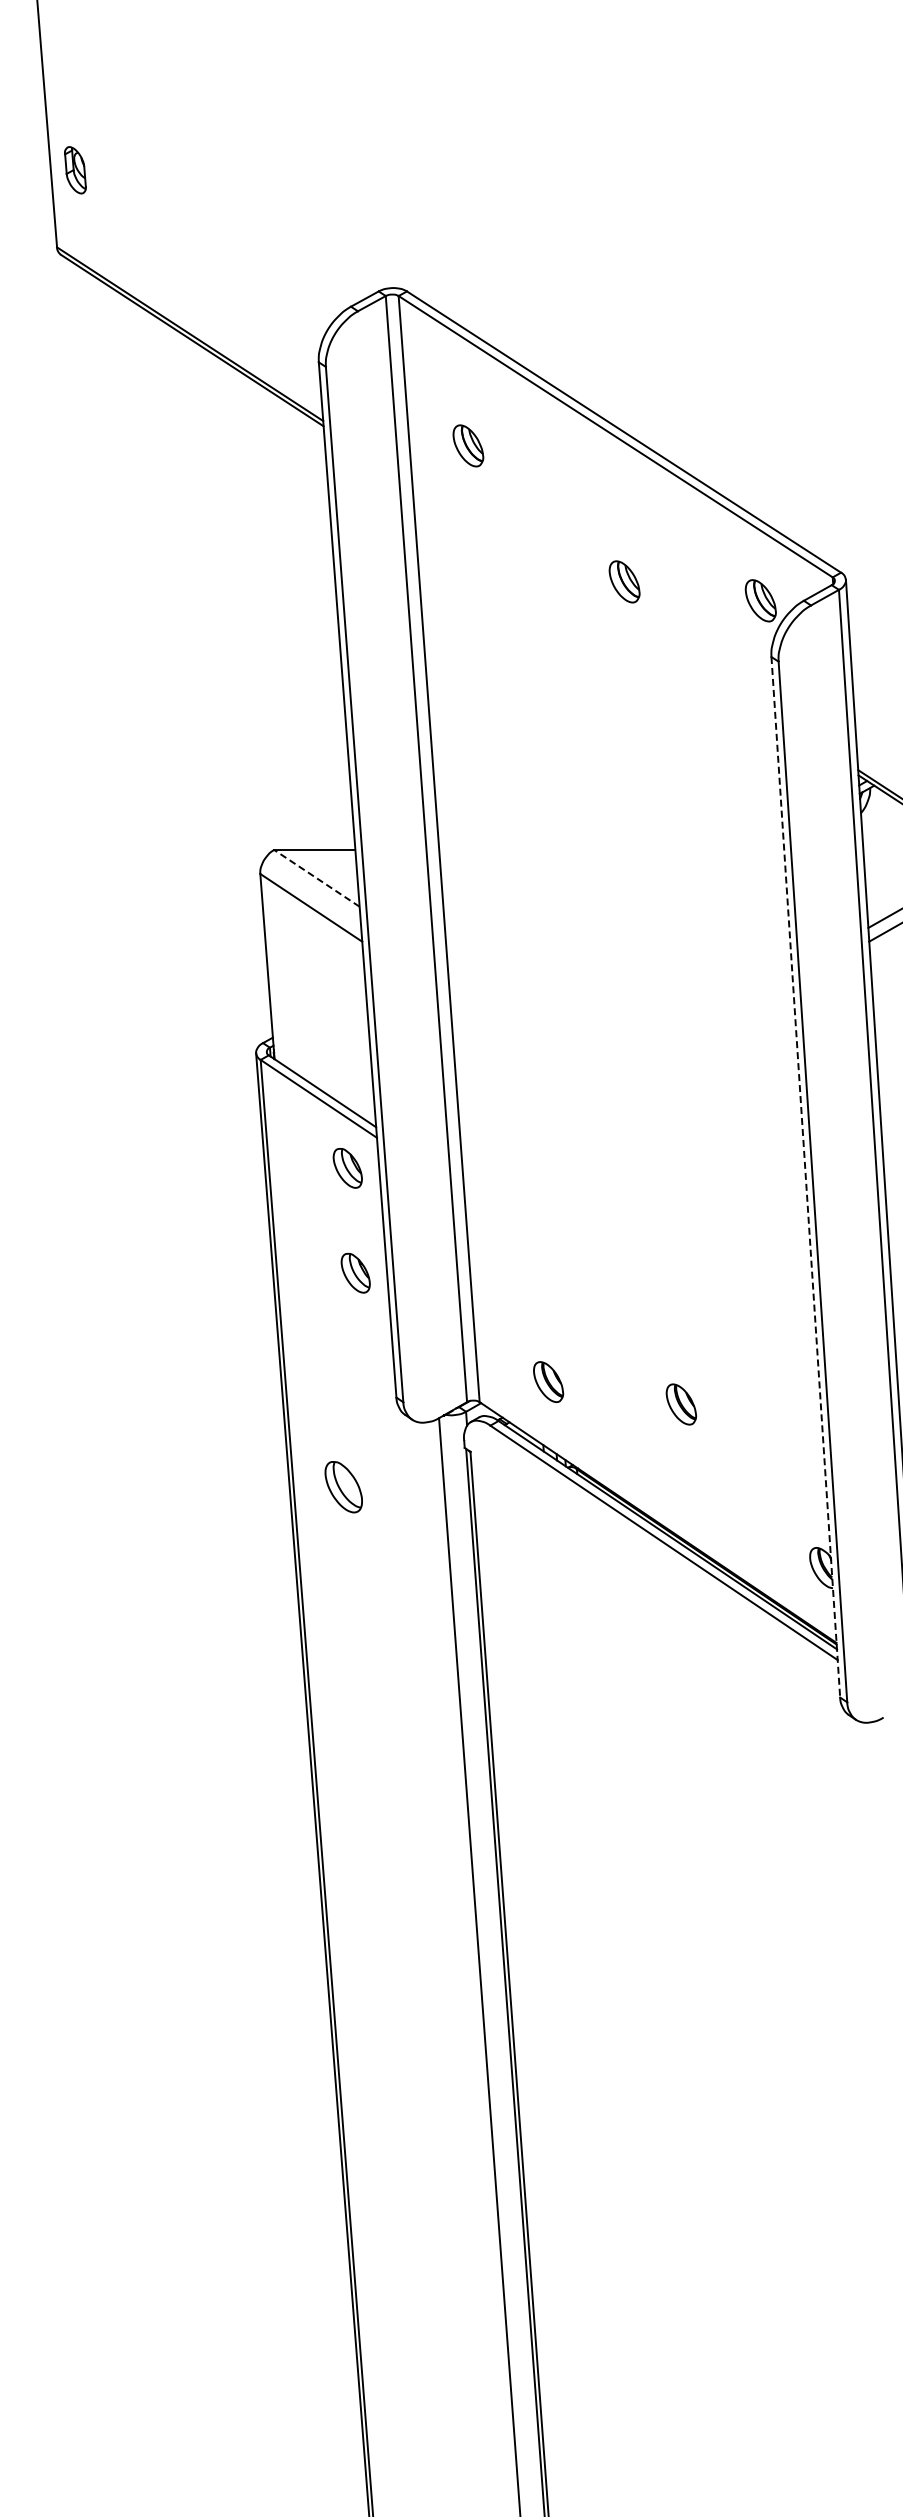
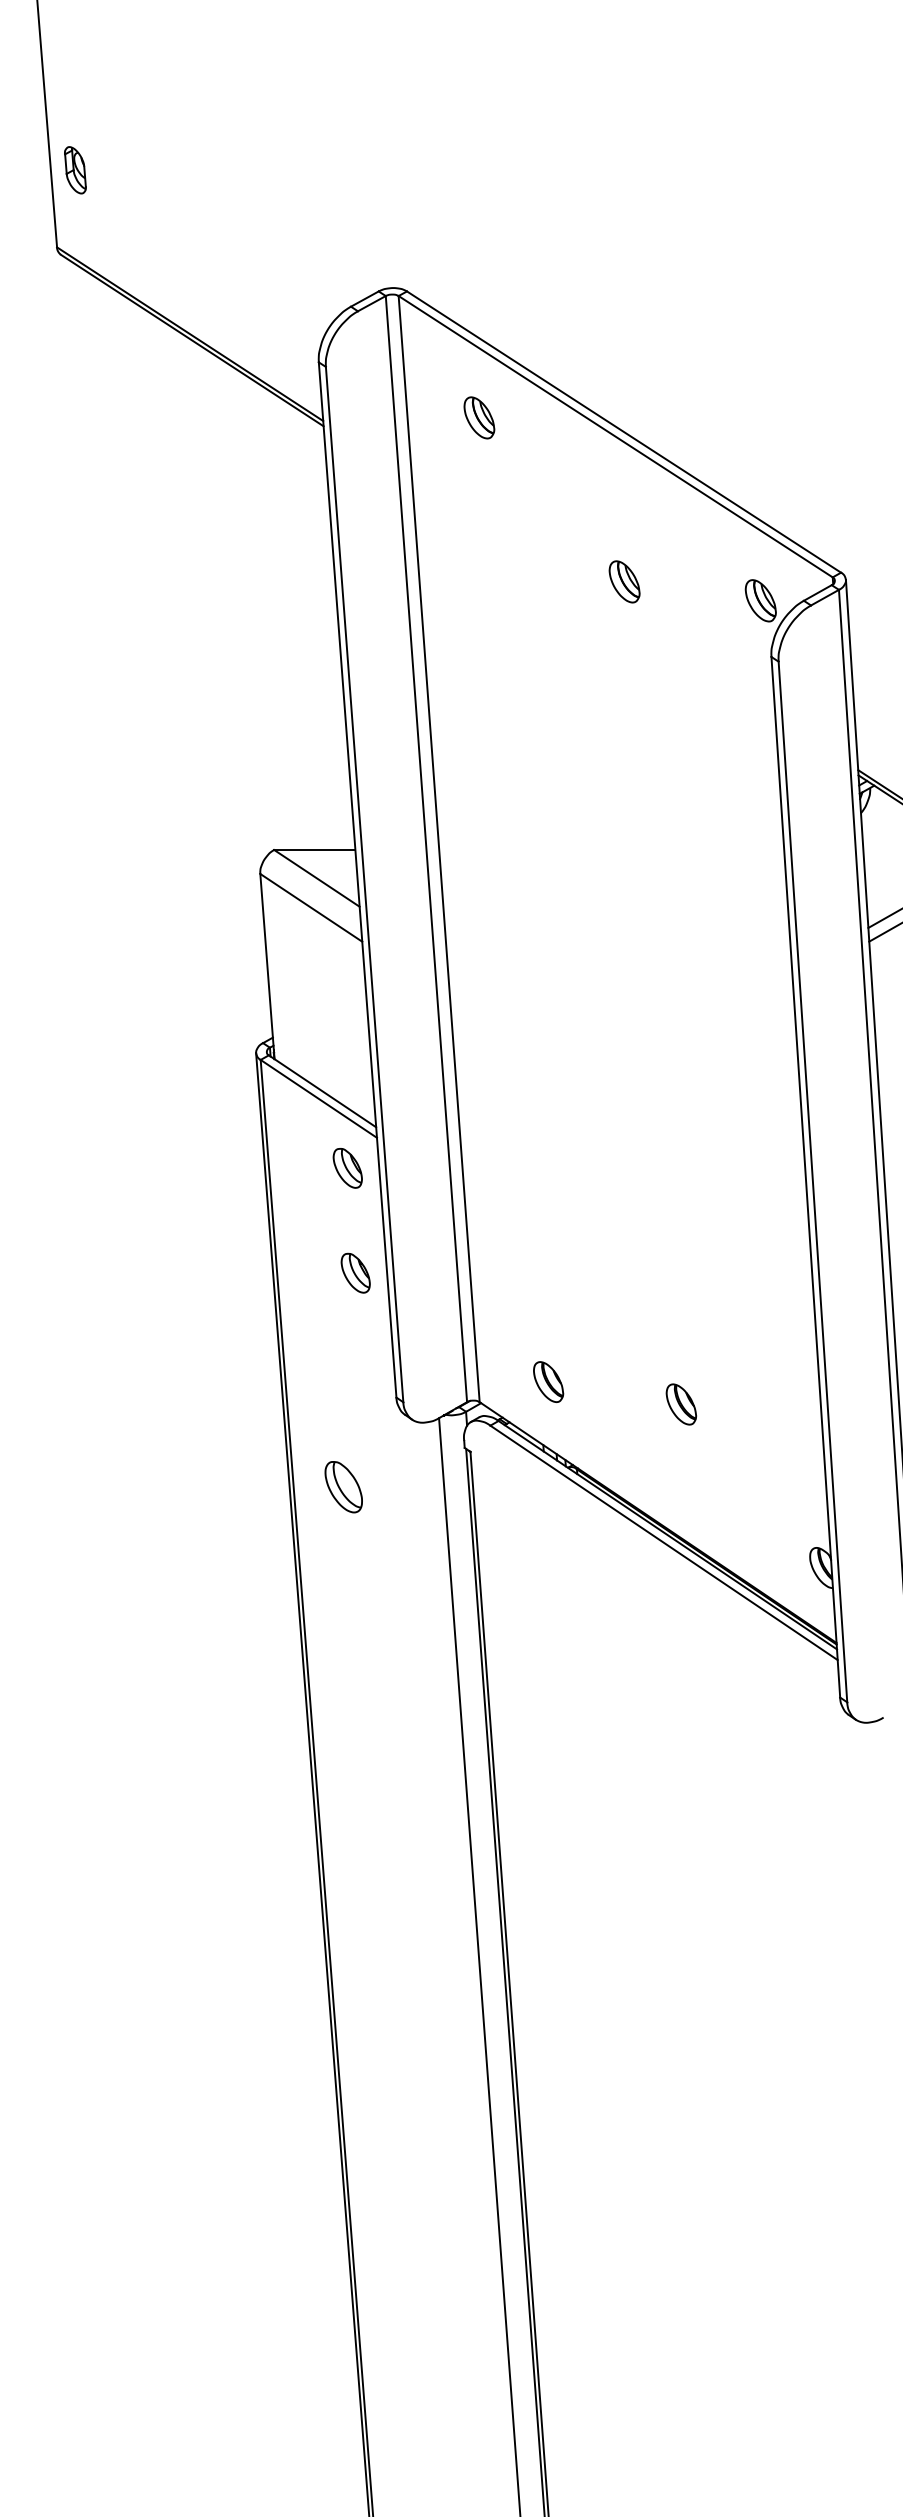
part at (468, 445) position: (468, 445) -> (479, 417)
line at (316, 878): dashed -> solid
line at (805, 1177): dashed -> solid
